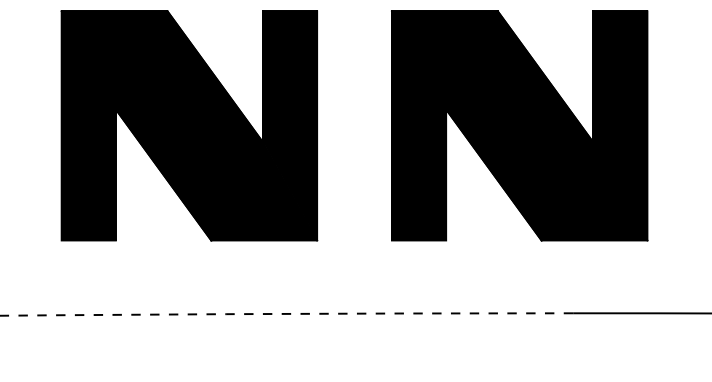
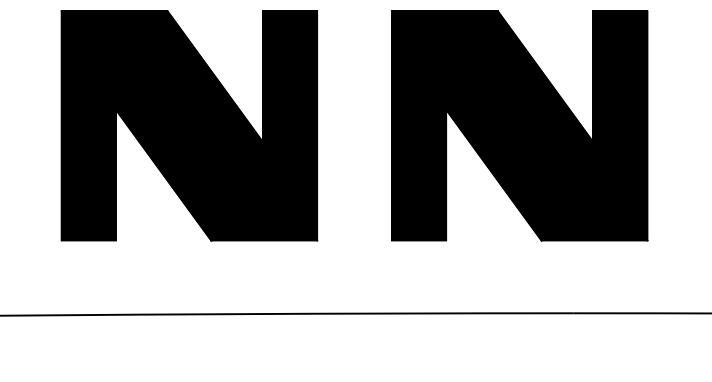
arc at (285, 313): dashed -> solid
